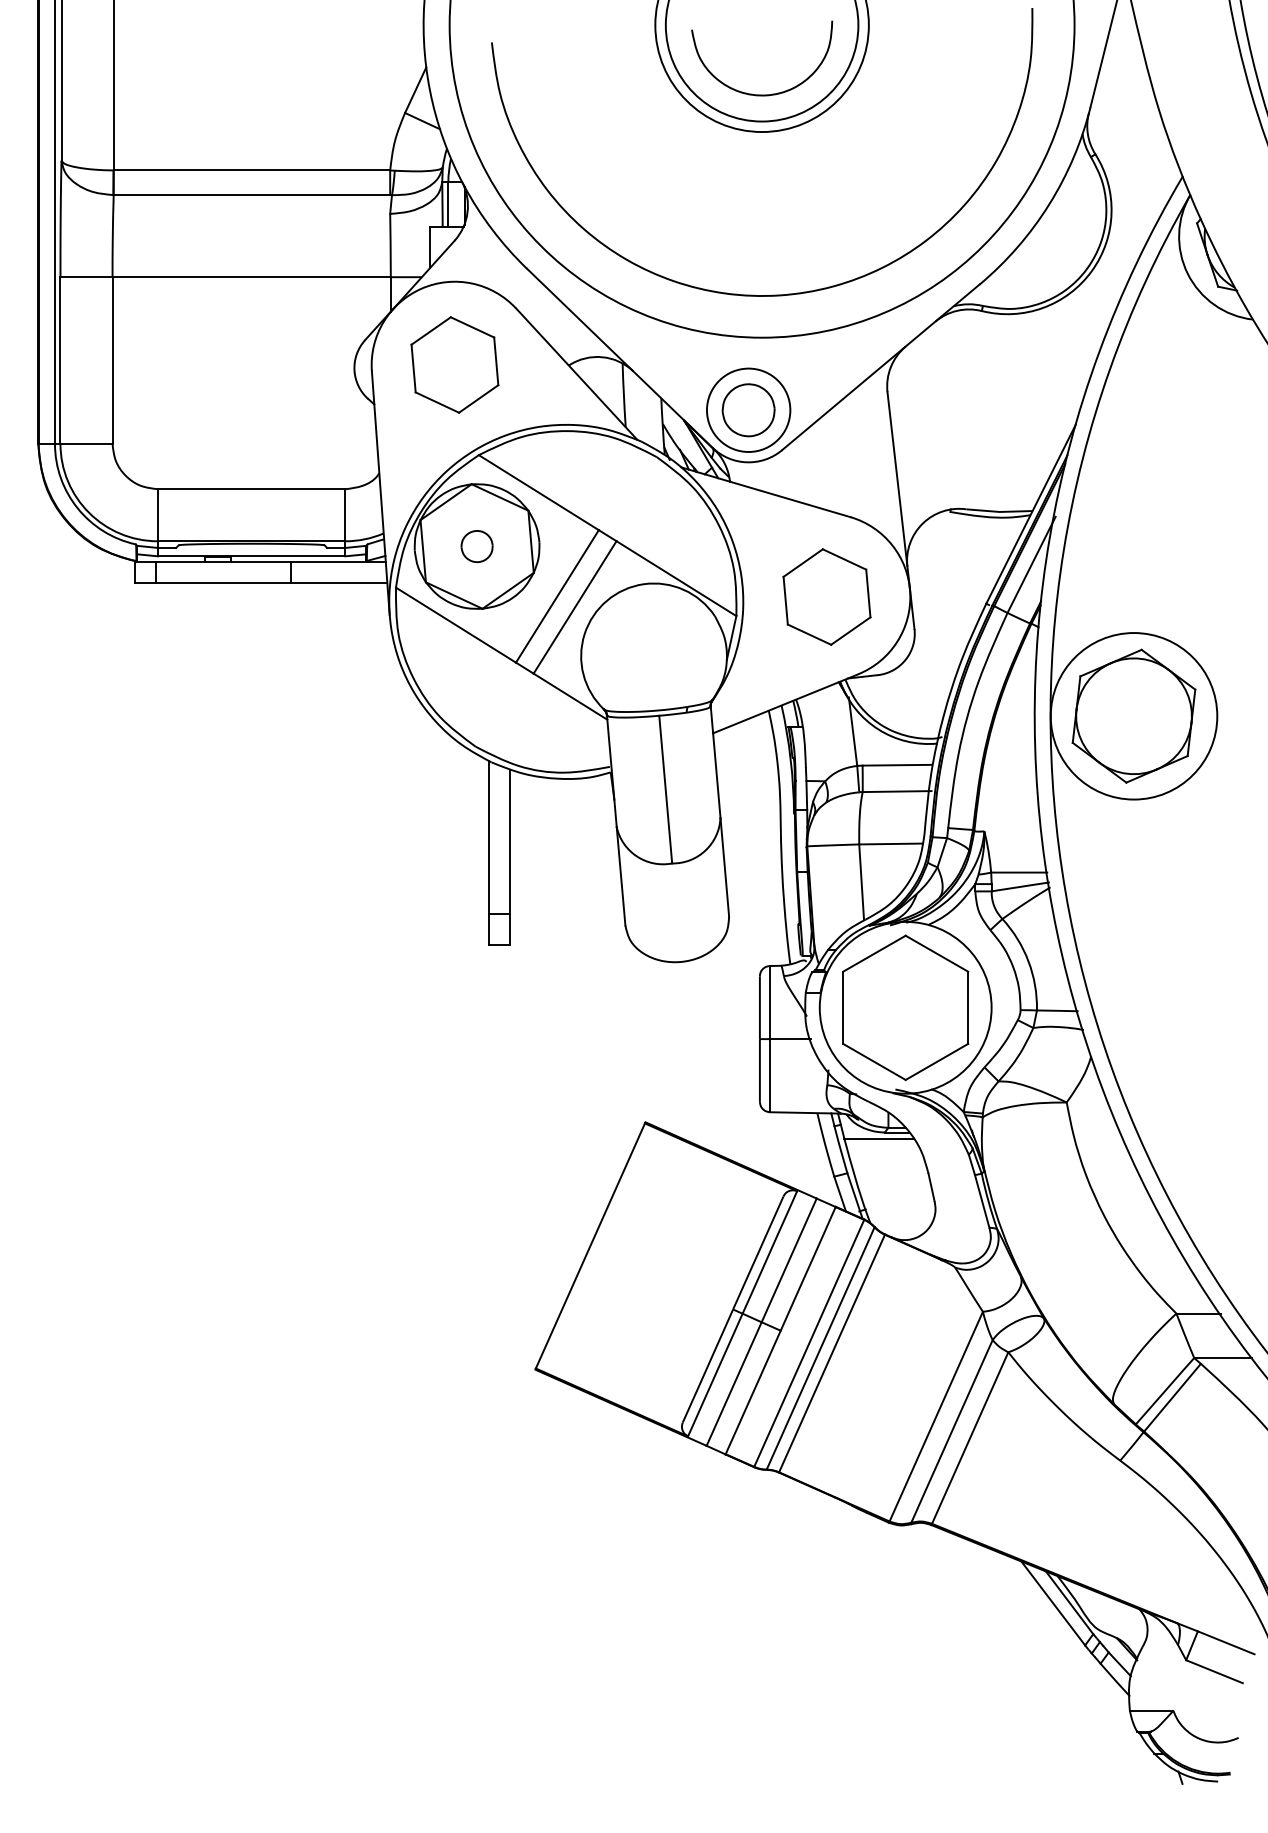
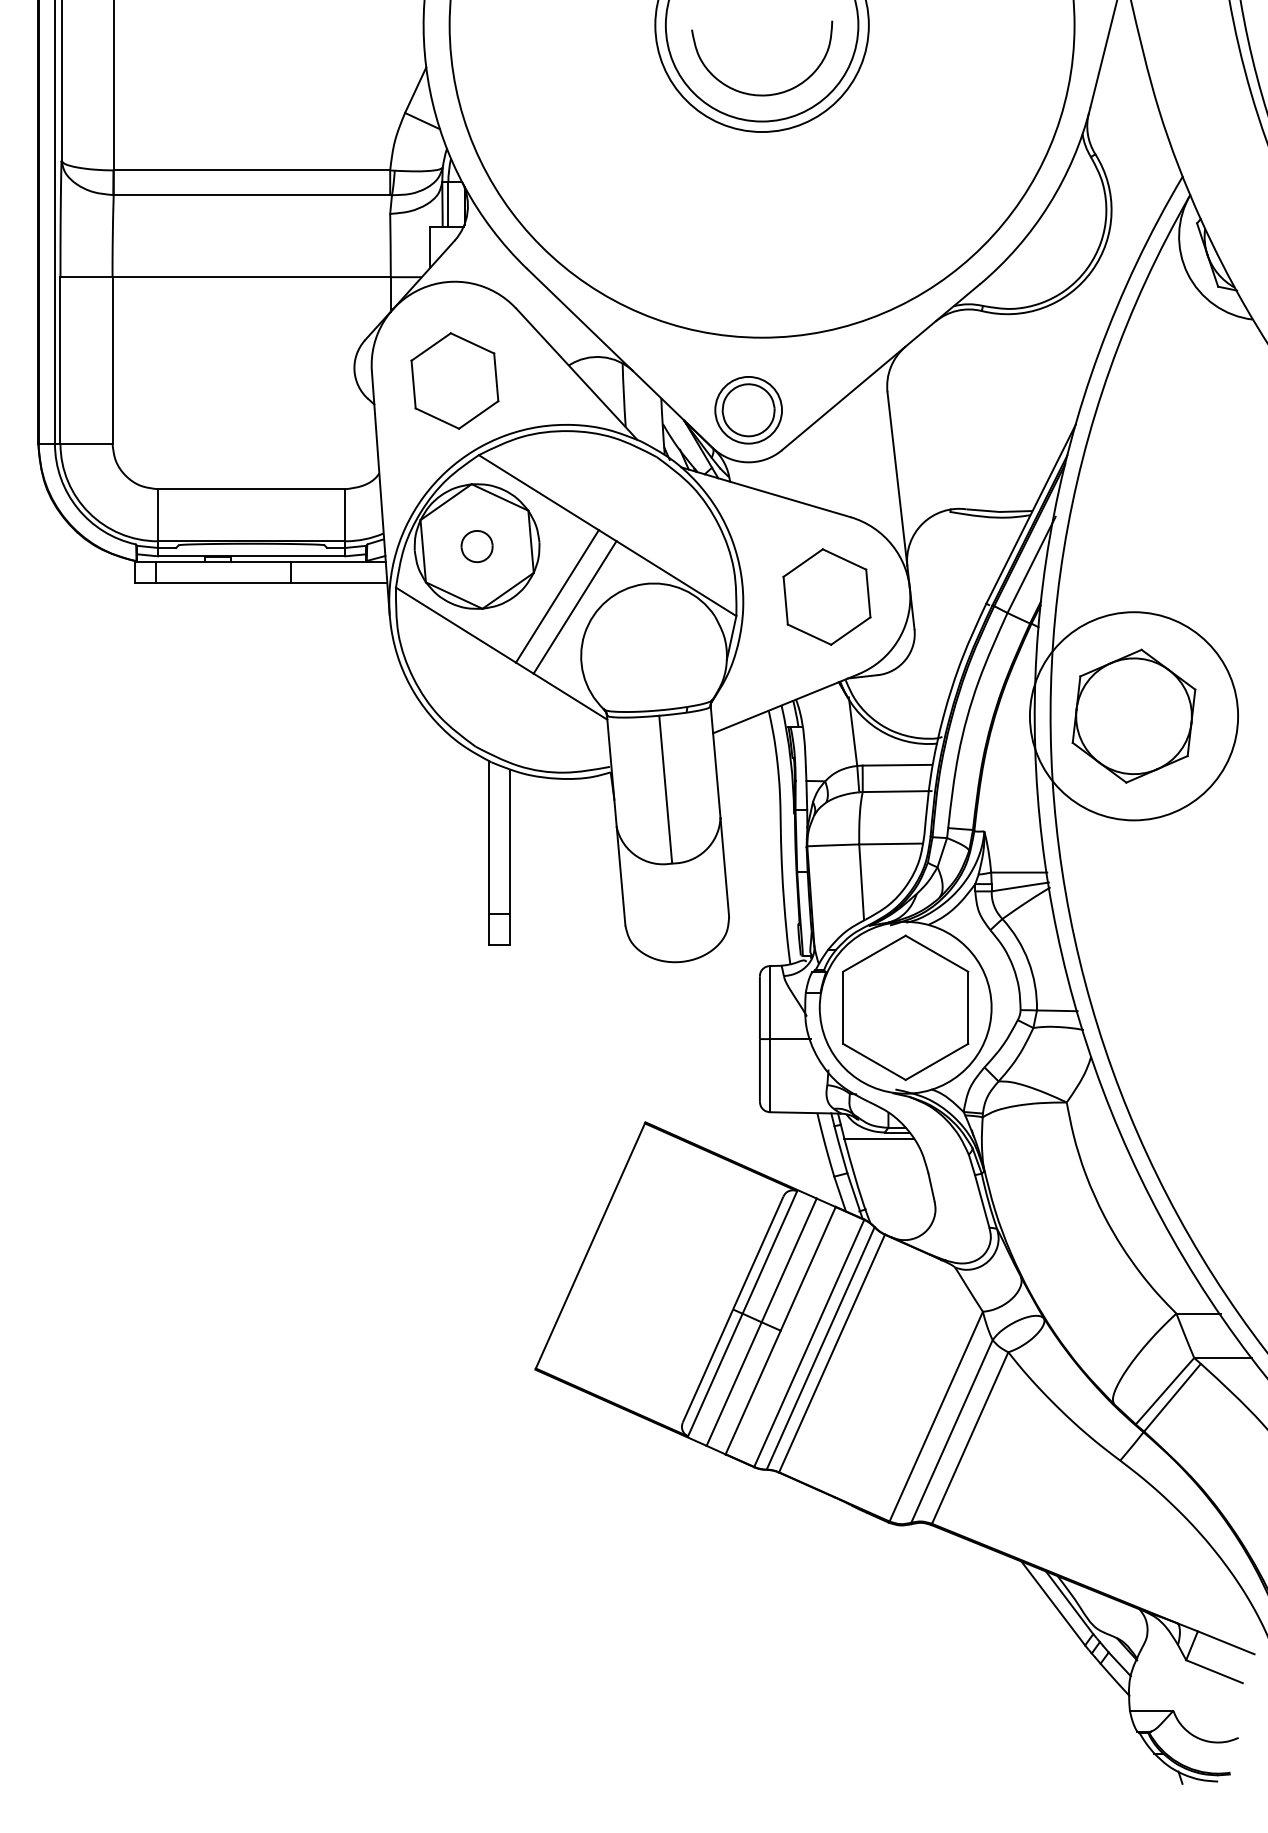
curve at (753, 294): present -> none
part at (454, 364) position: (454, 364) -> (454, 380)
circle at (748, 409) diameter: 83 px -> 67 px
circle at (1133, 716) diameter: 167 px -> 208 px
